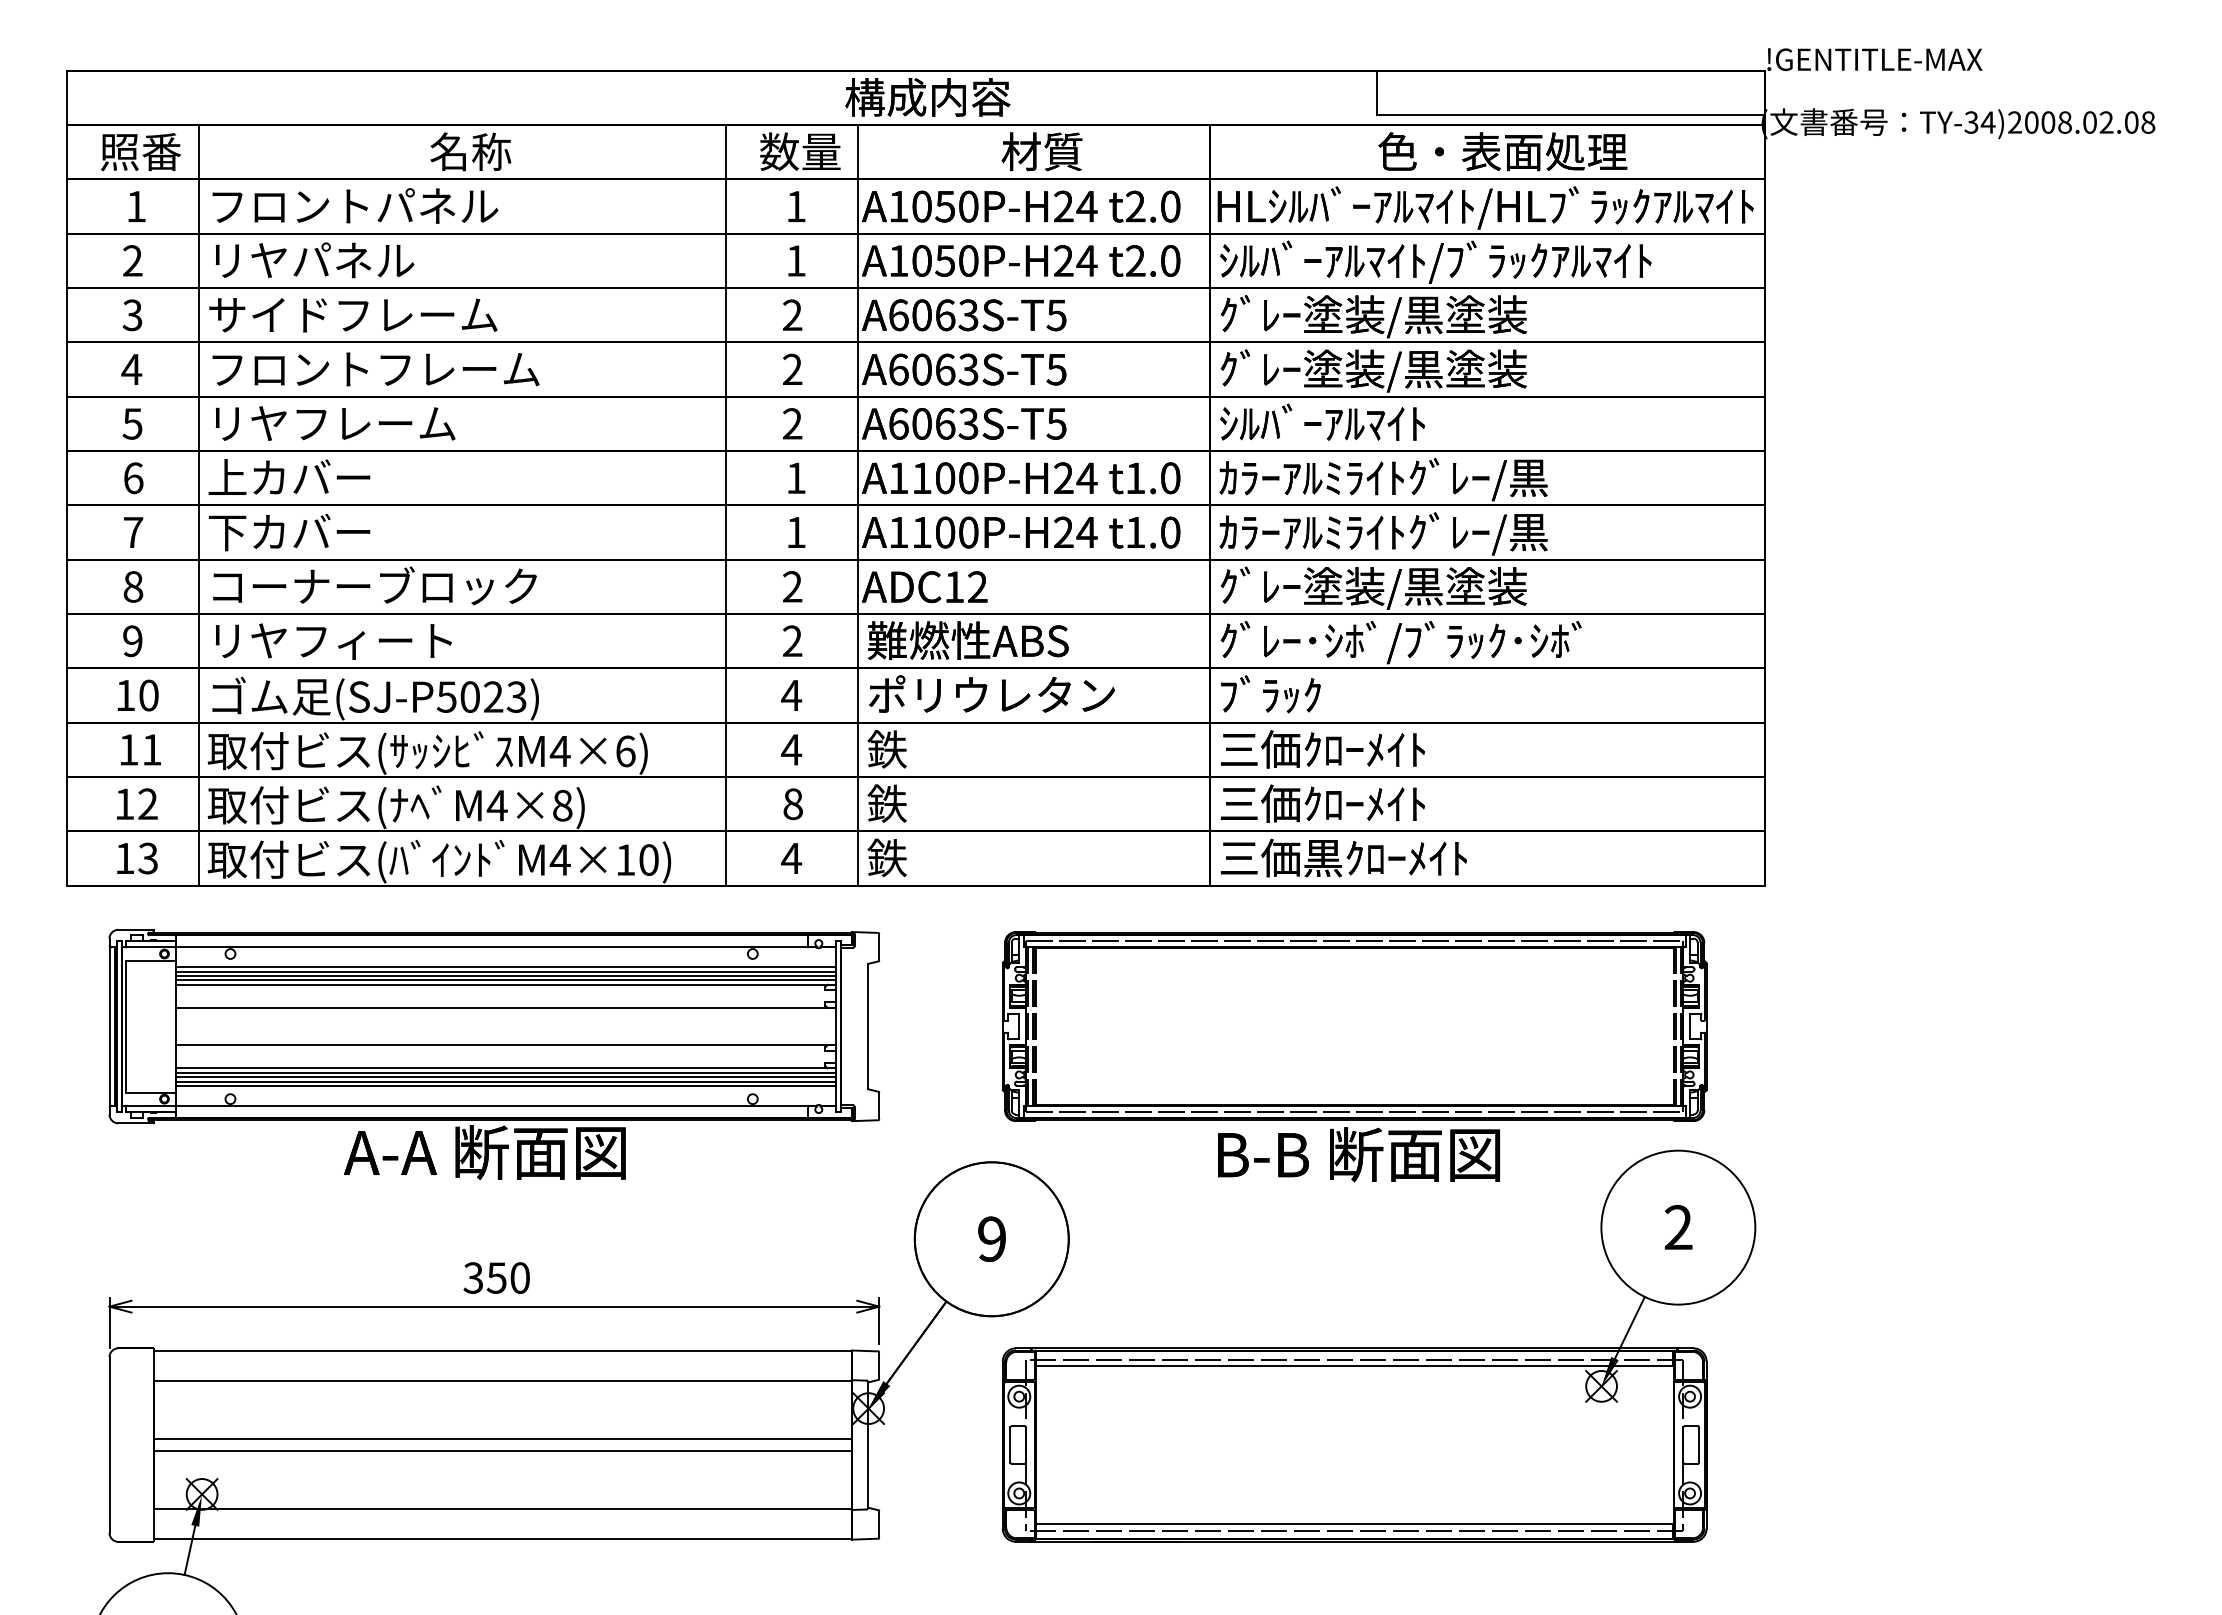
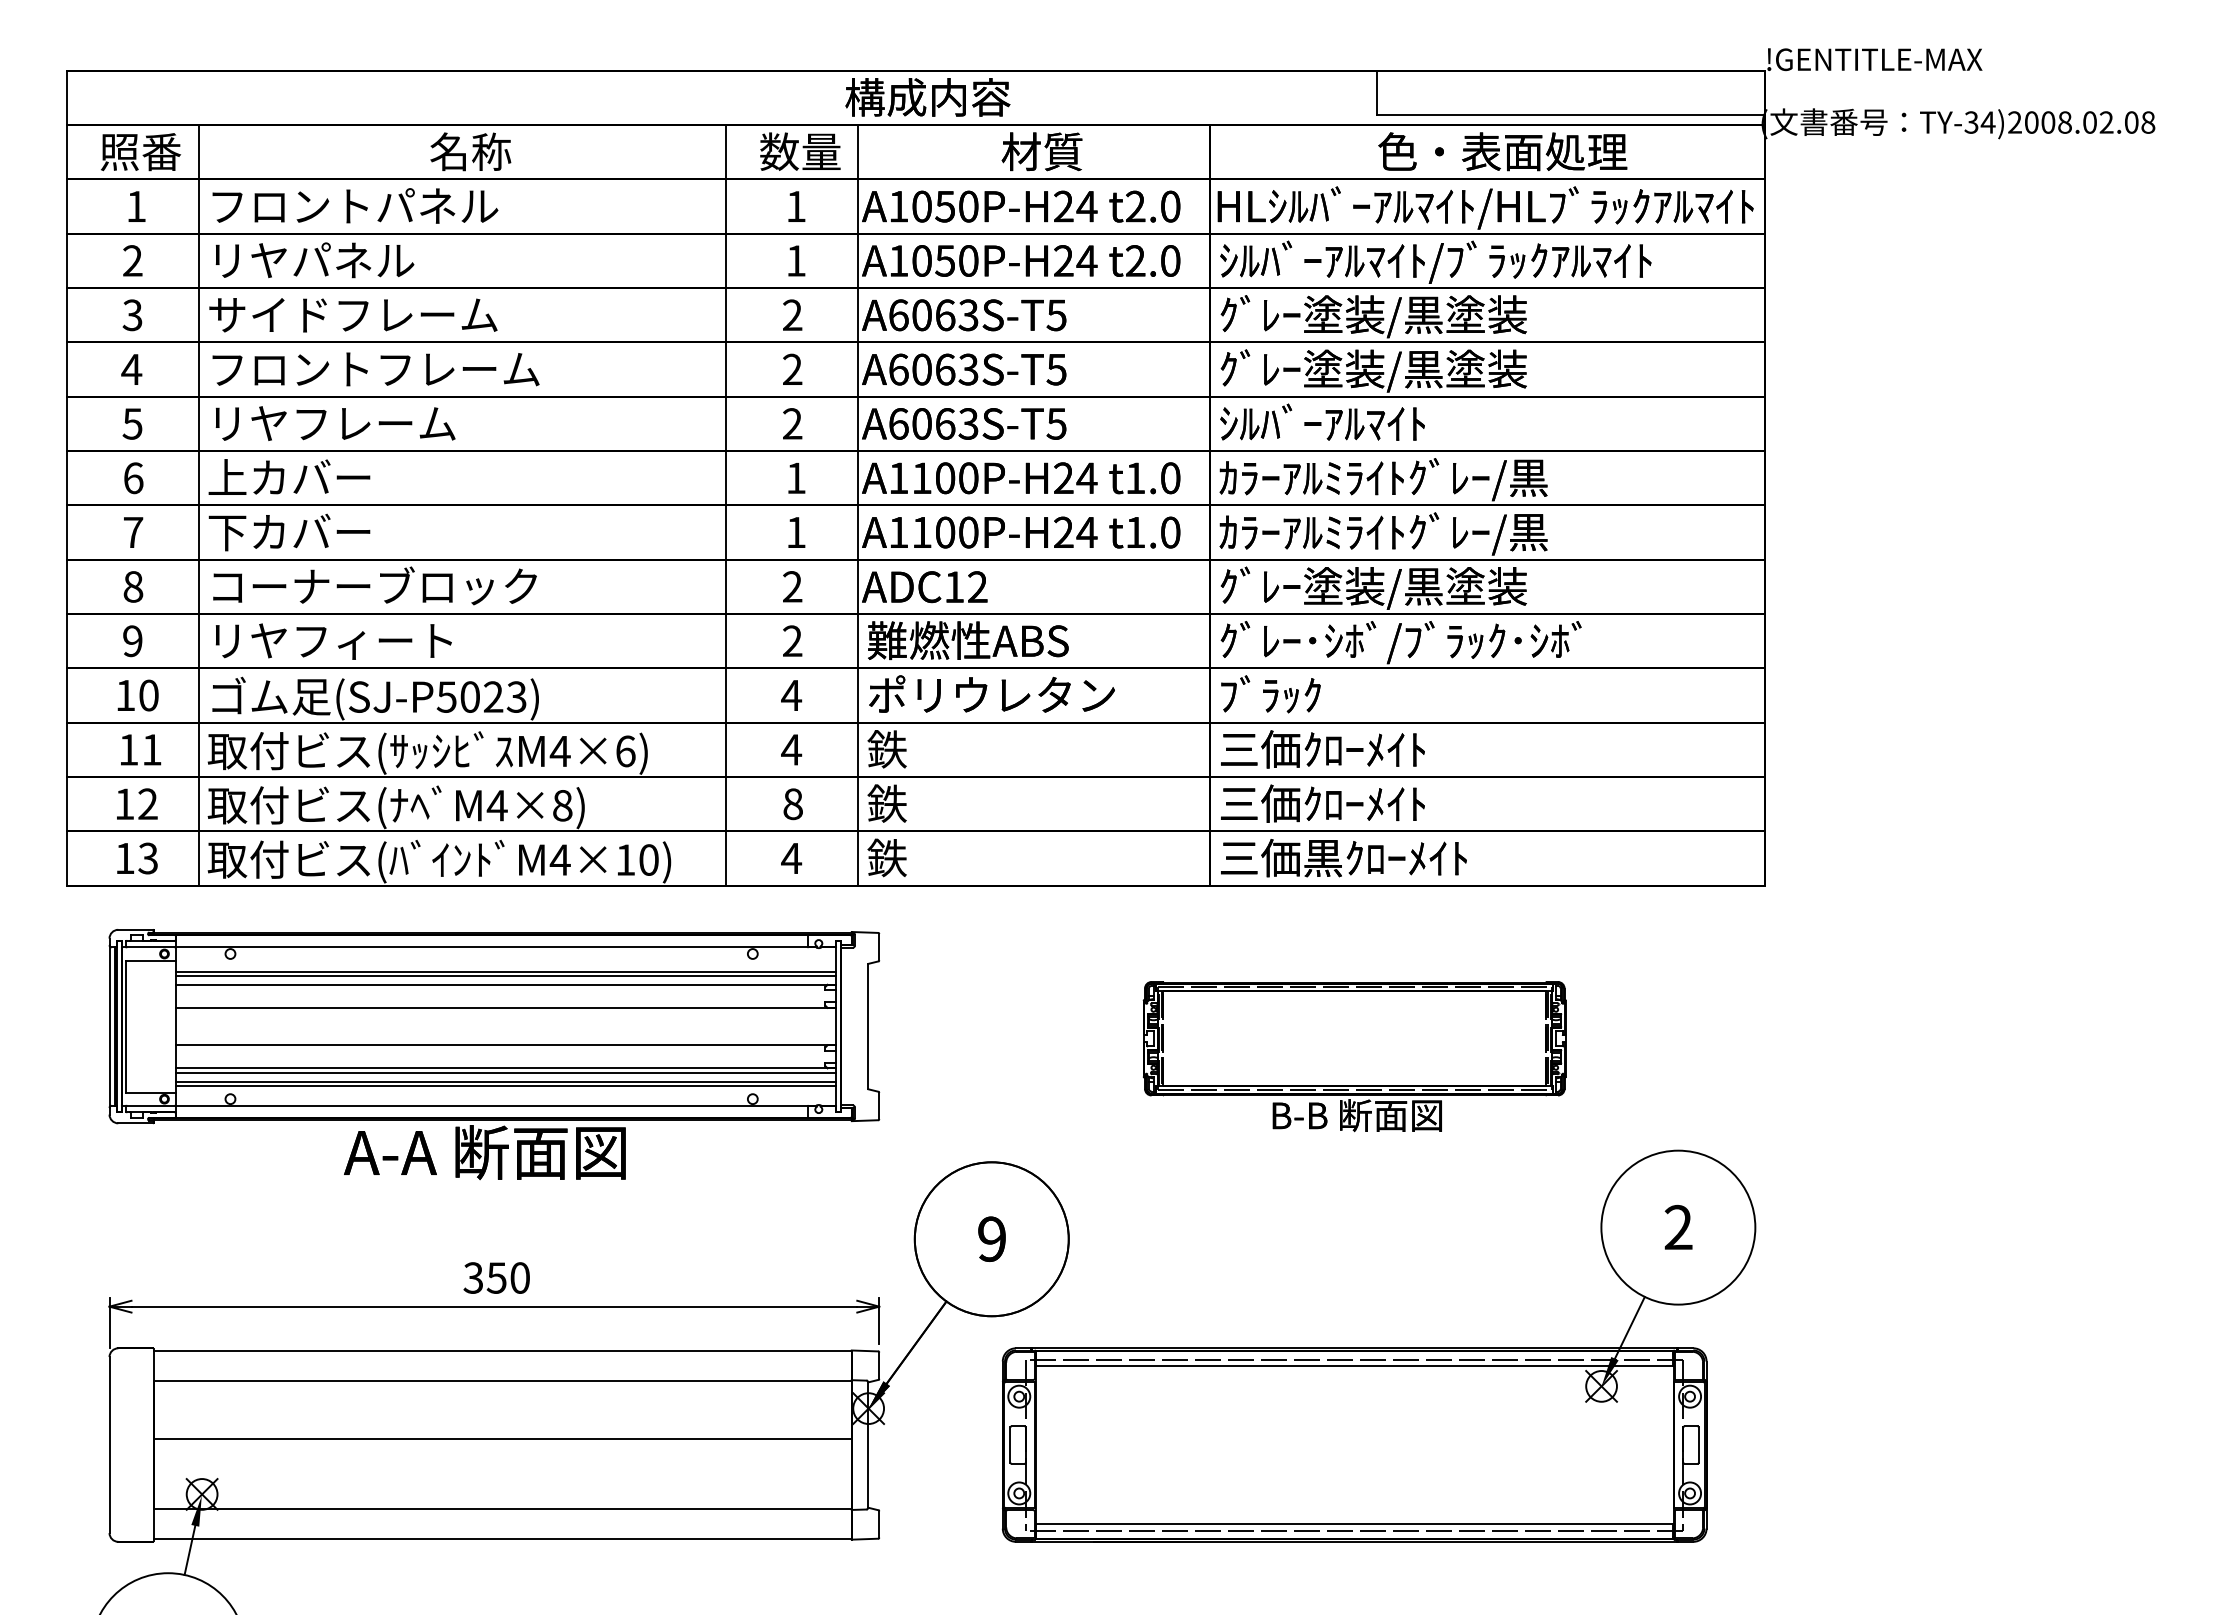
line at (505, 967): present -> none
line at (505, 980): present -> none
part at (1354, 1056) size: 706x252 px -> 425x152 px
line at (505, 1077): present -> none
line at (502, 1451): present -> none
